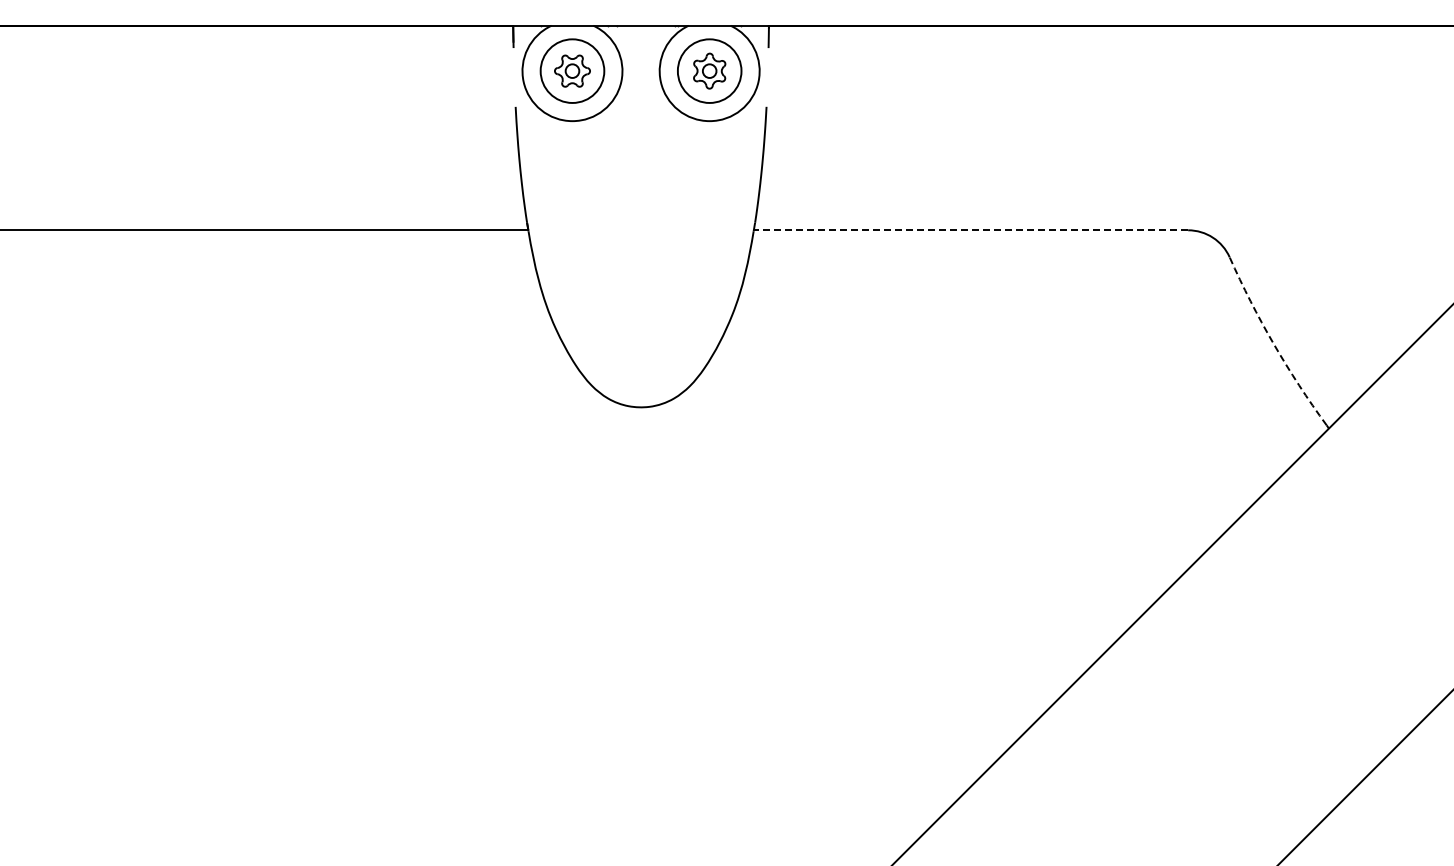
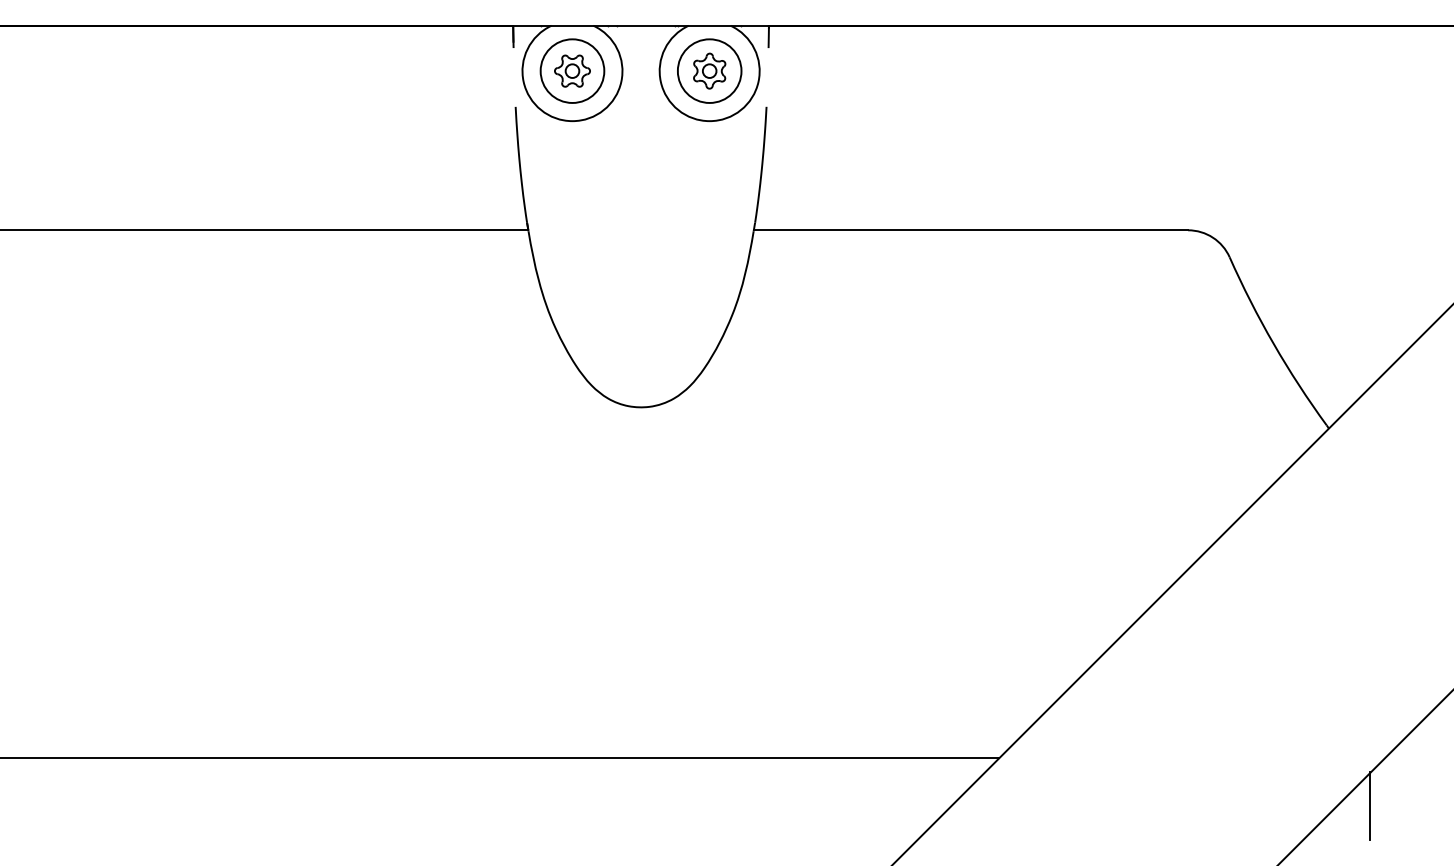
line at (970, 230): dashed -> solid
arc at (1273, 343): dashed -> solid
line at (500, 758): none -> present
line at (1370, 806): none -> present
